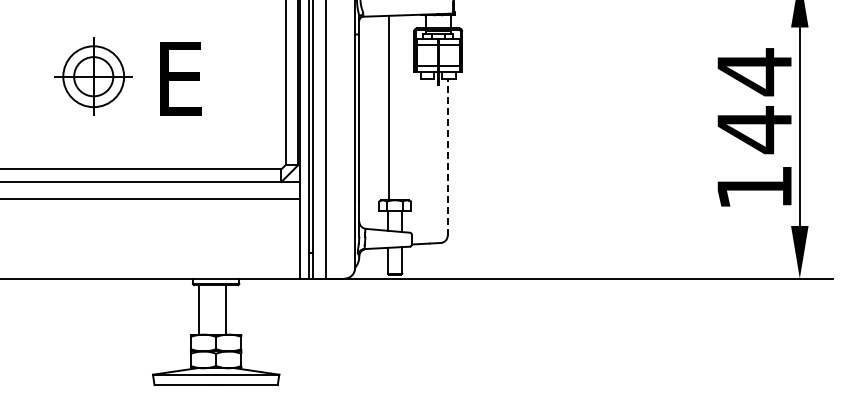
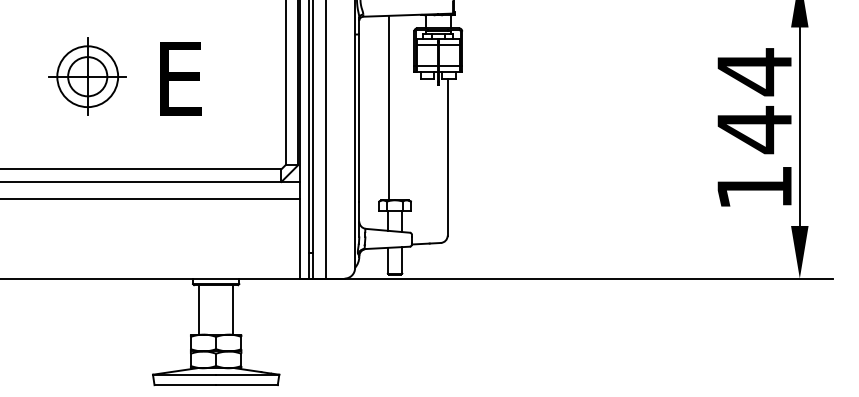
part at (93, 76) position: (93, 76) -> (87, 76)
line at (447, 157): dashed -> solid
line at (225, 309) position: (225, 309) -> (232, 309)
